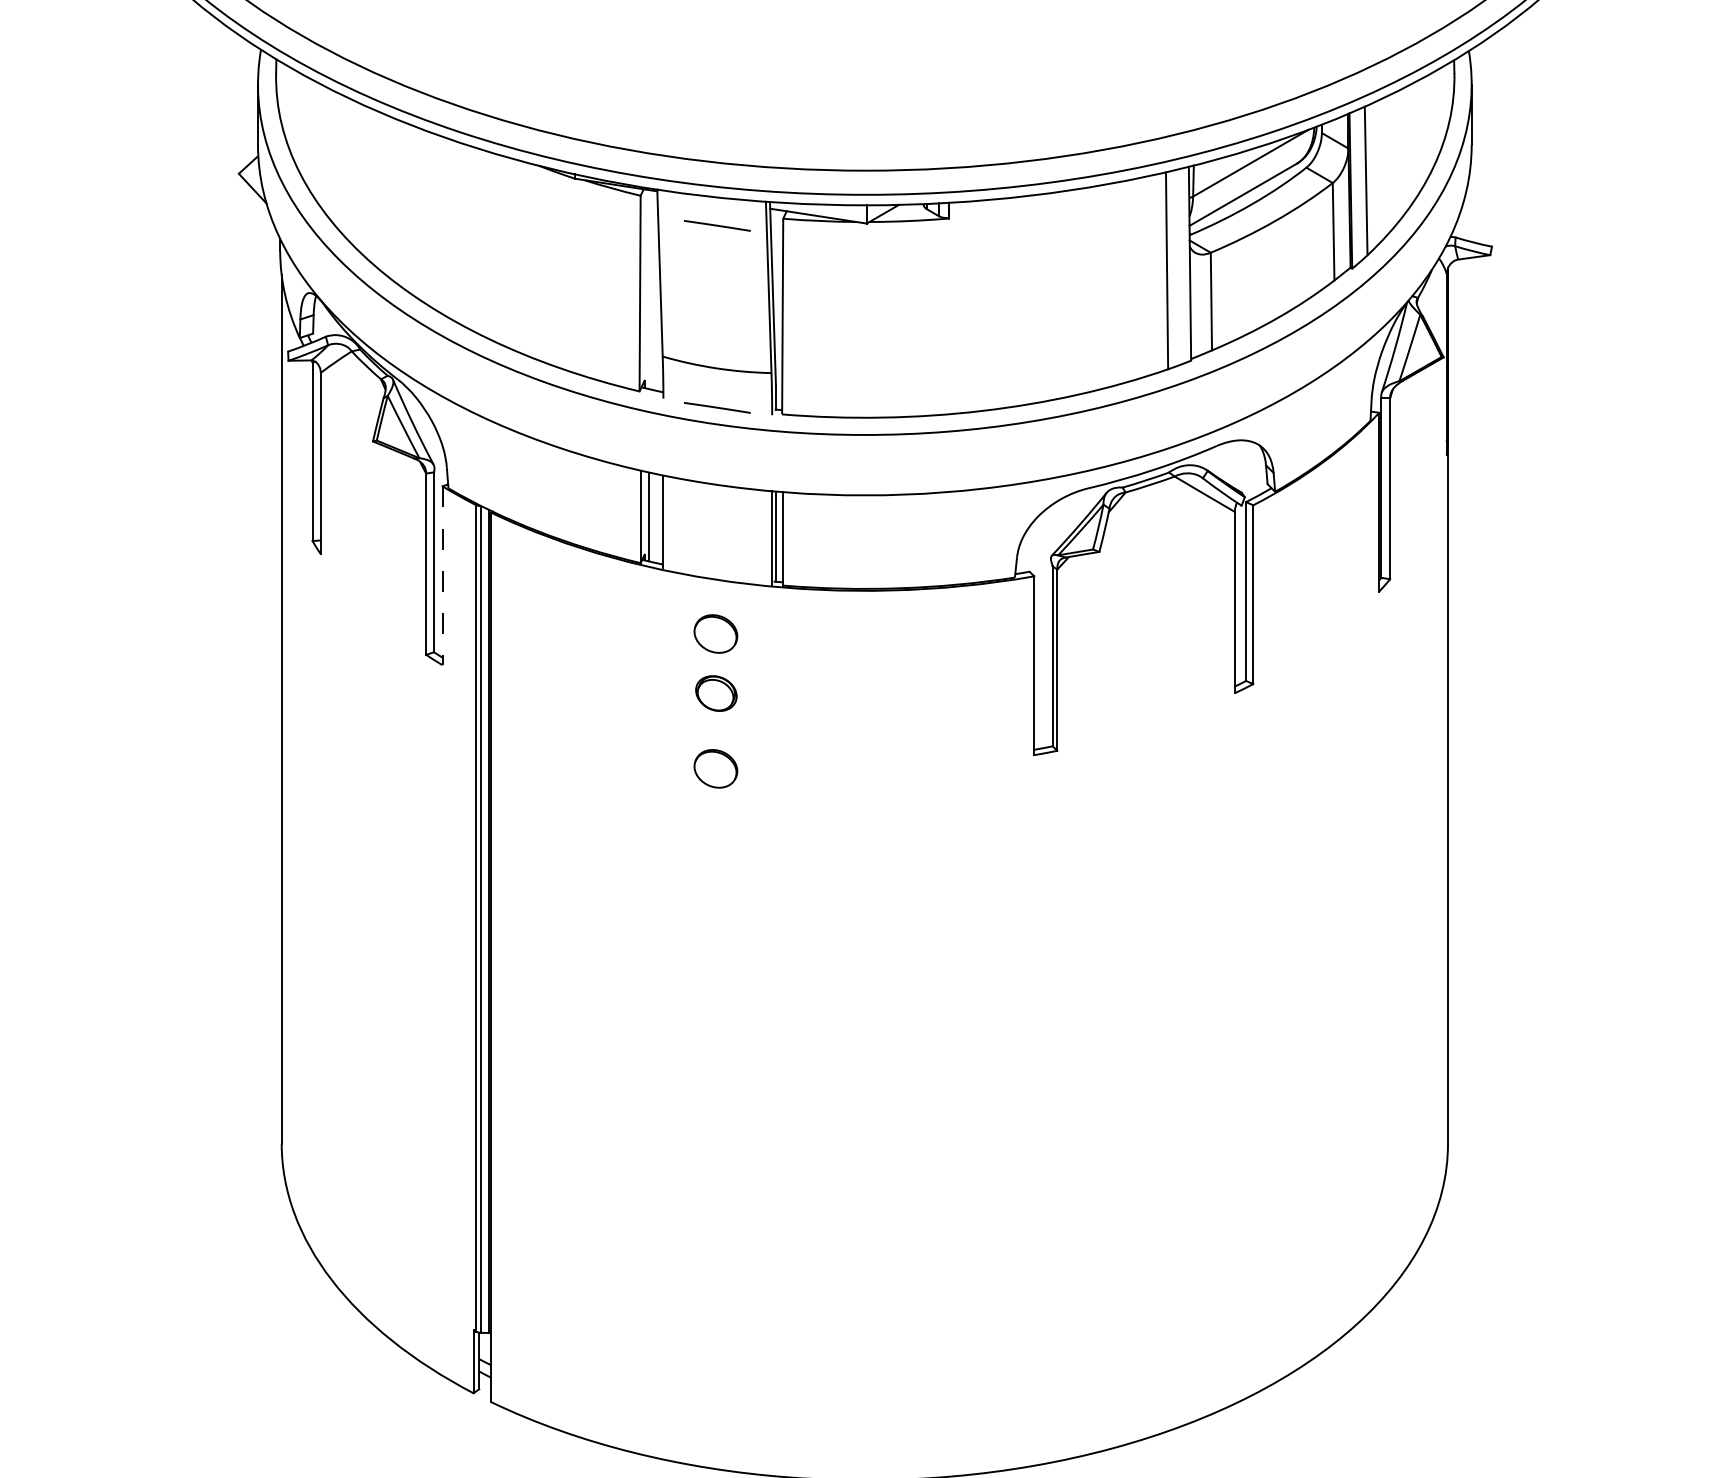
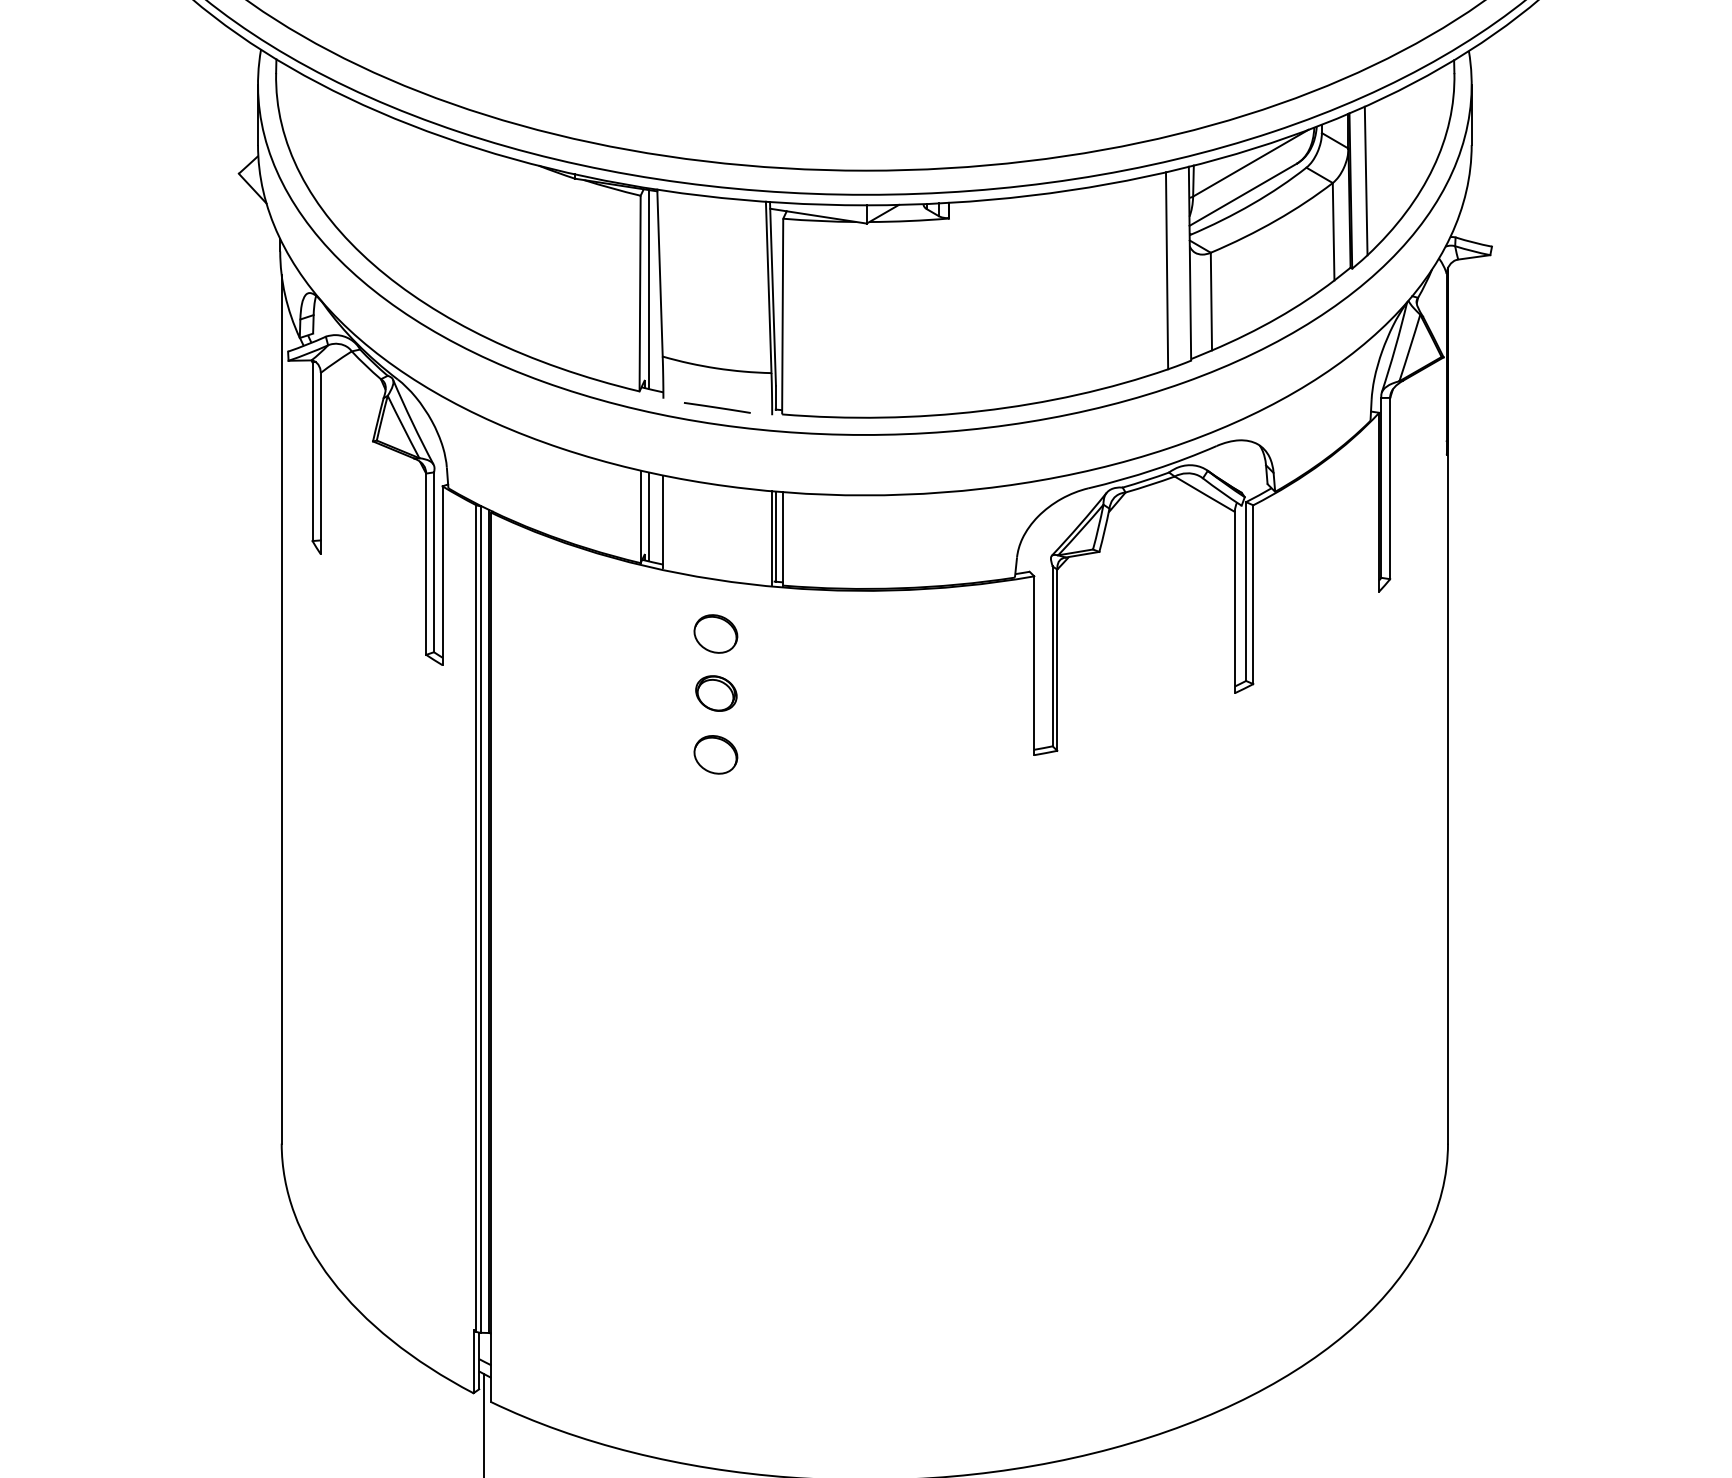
line at (717, 225): present -> none
line at (649, 289): none -> present
line at (442, 576): dashed -> solid
part at (715, 768) position: (715, 768) -> (715, 754)
line at (484, 1424): none -> present
